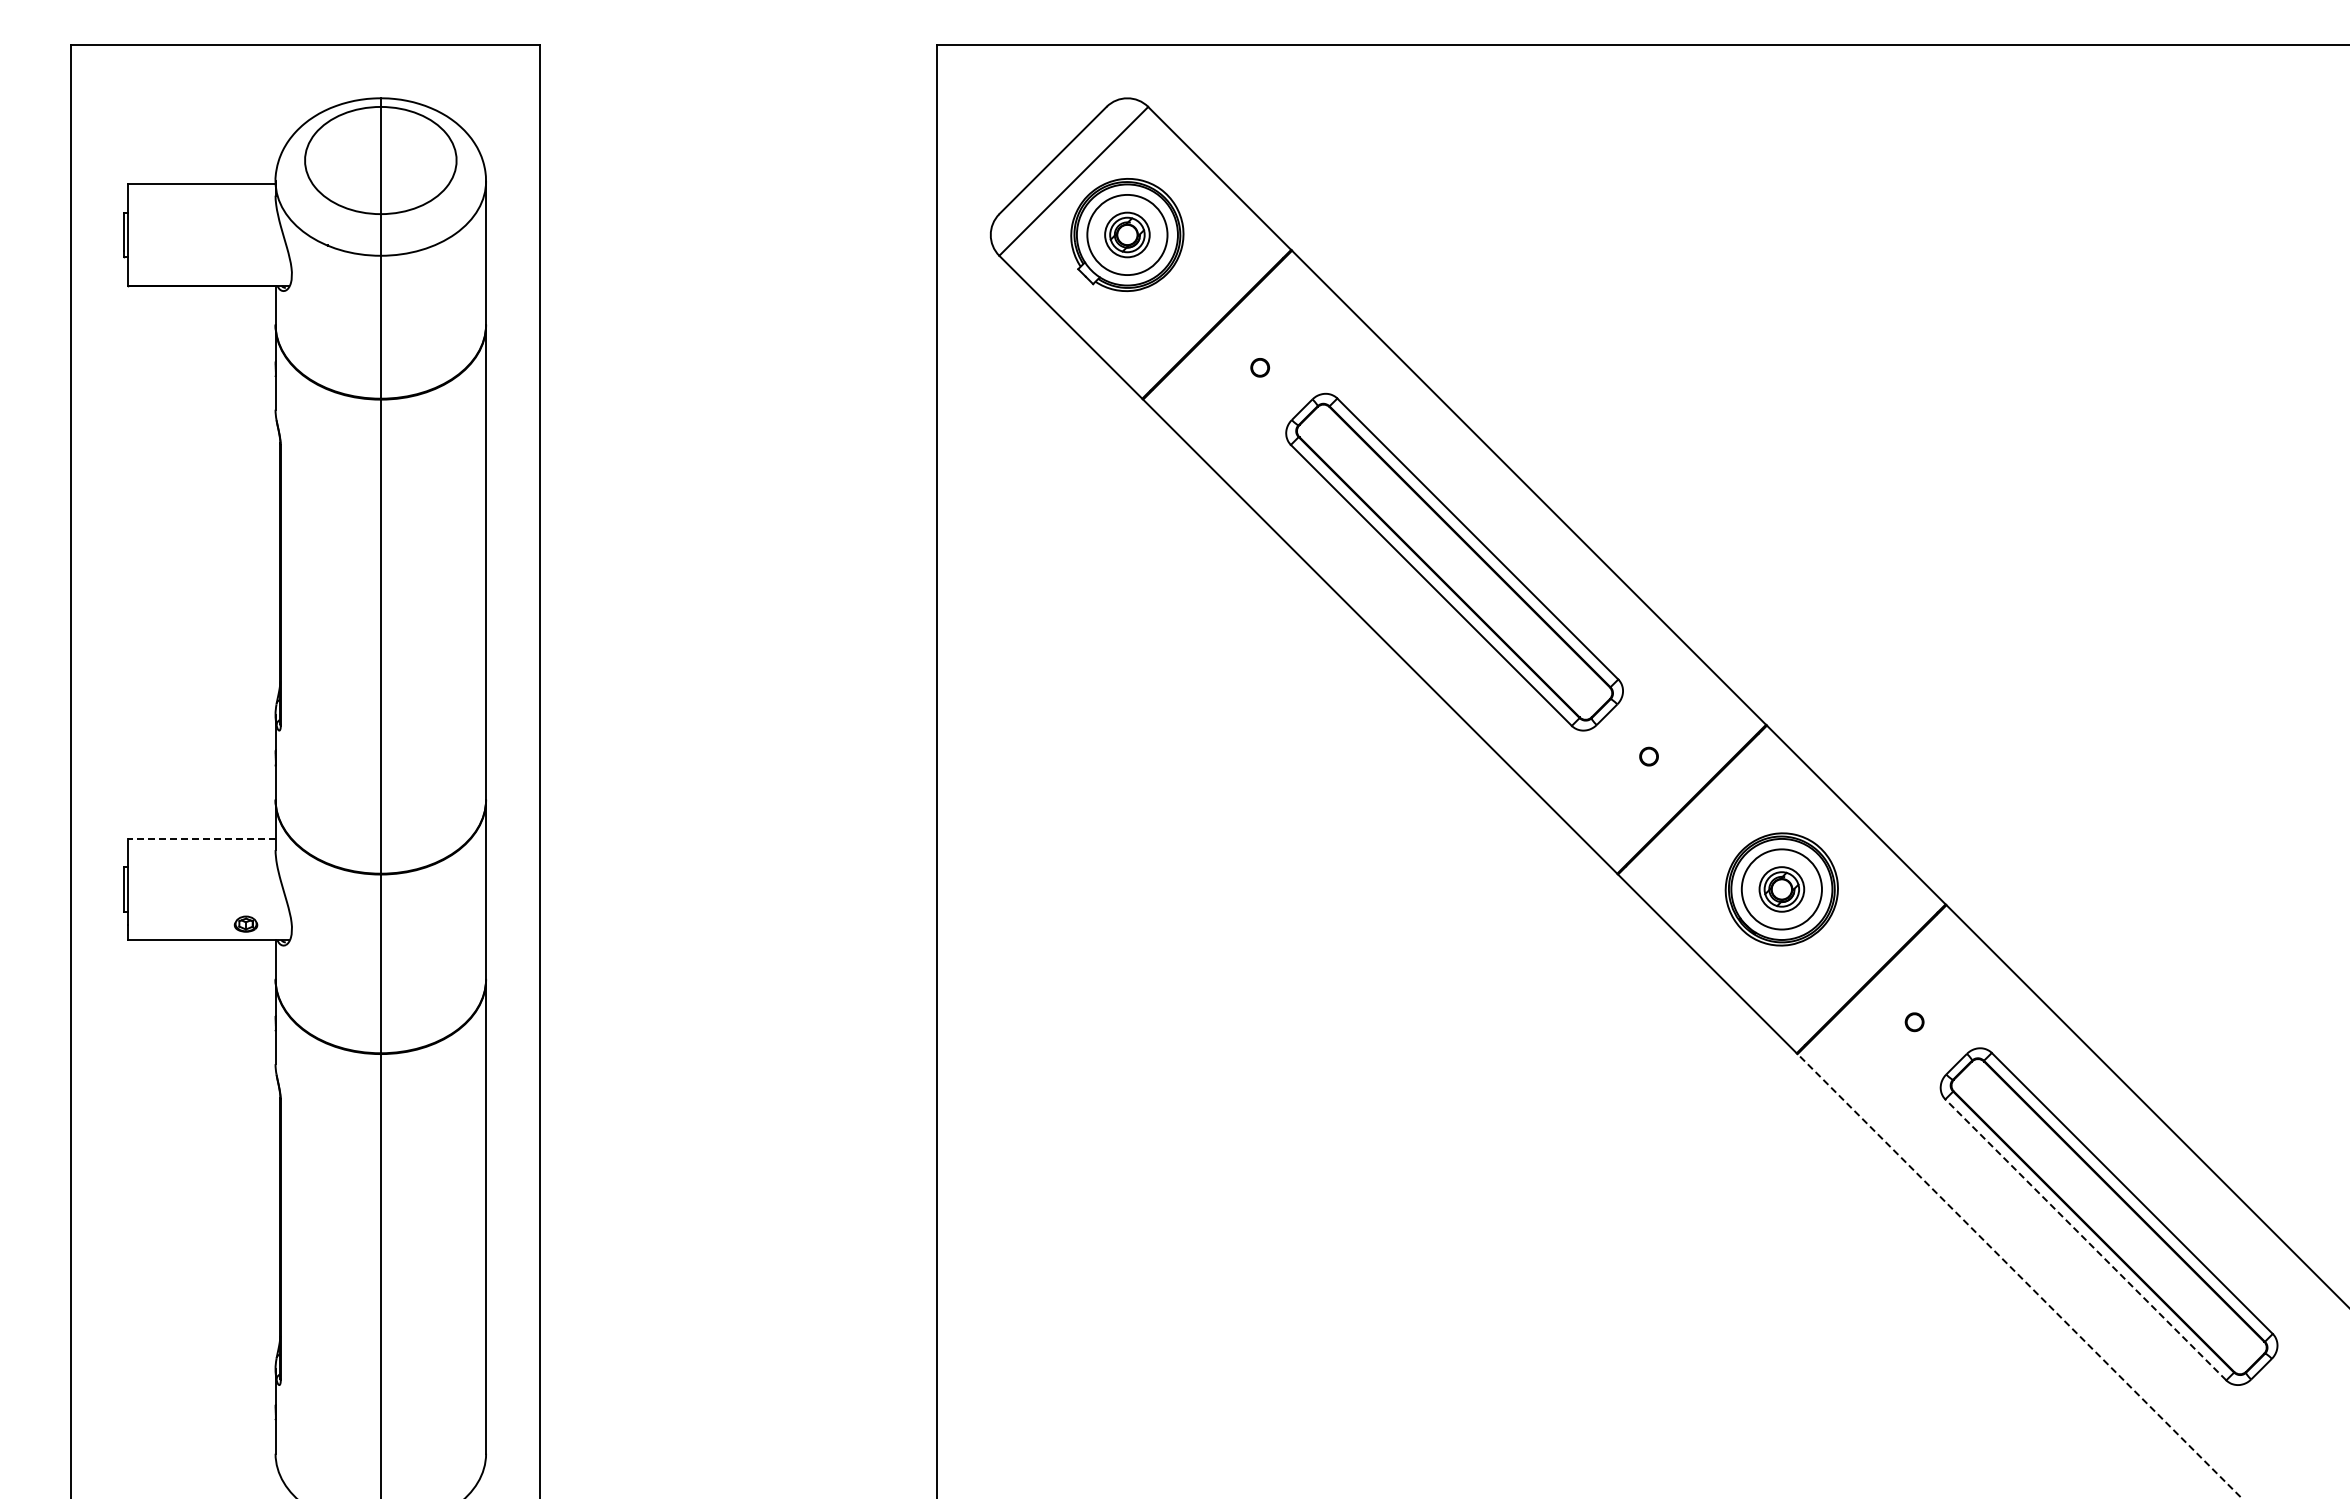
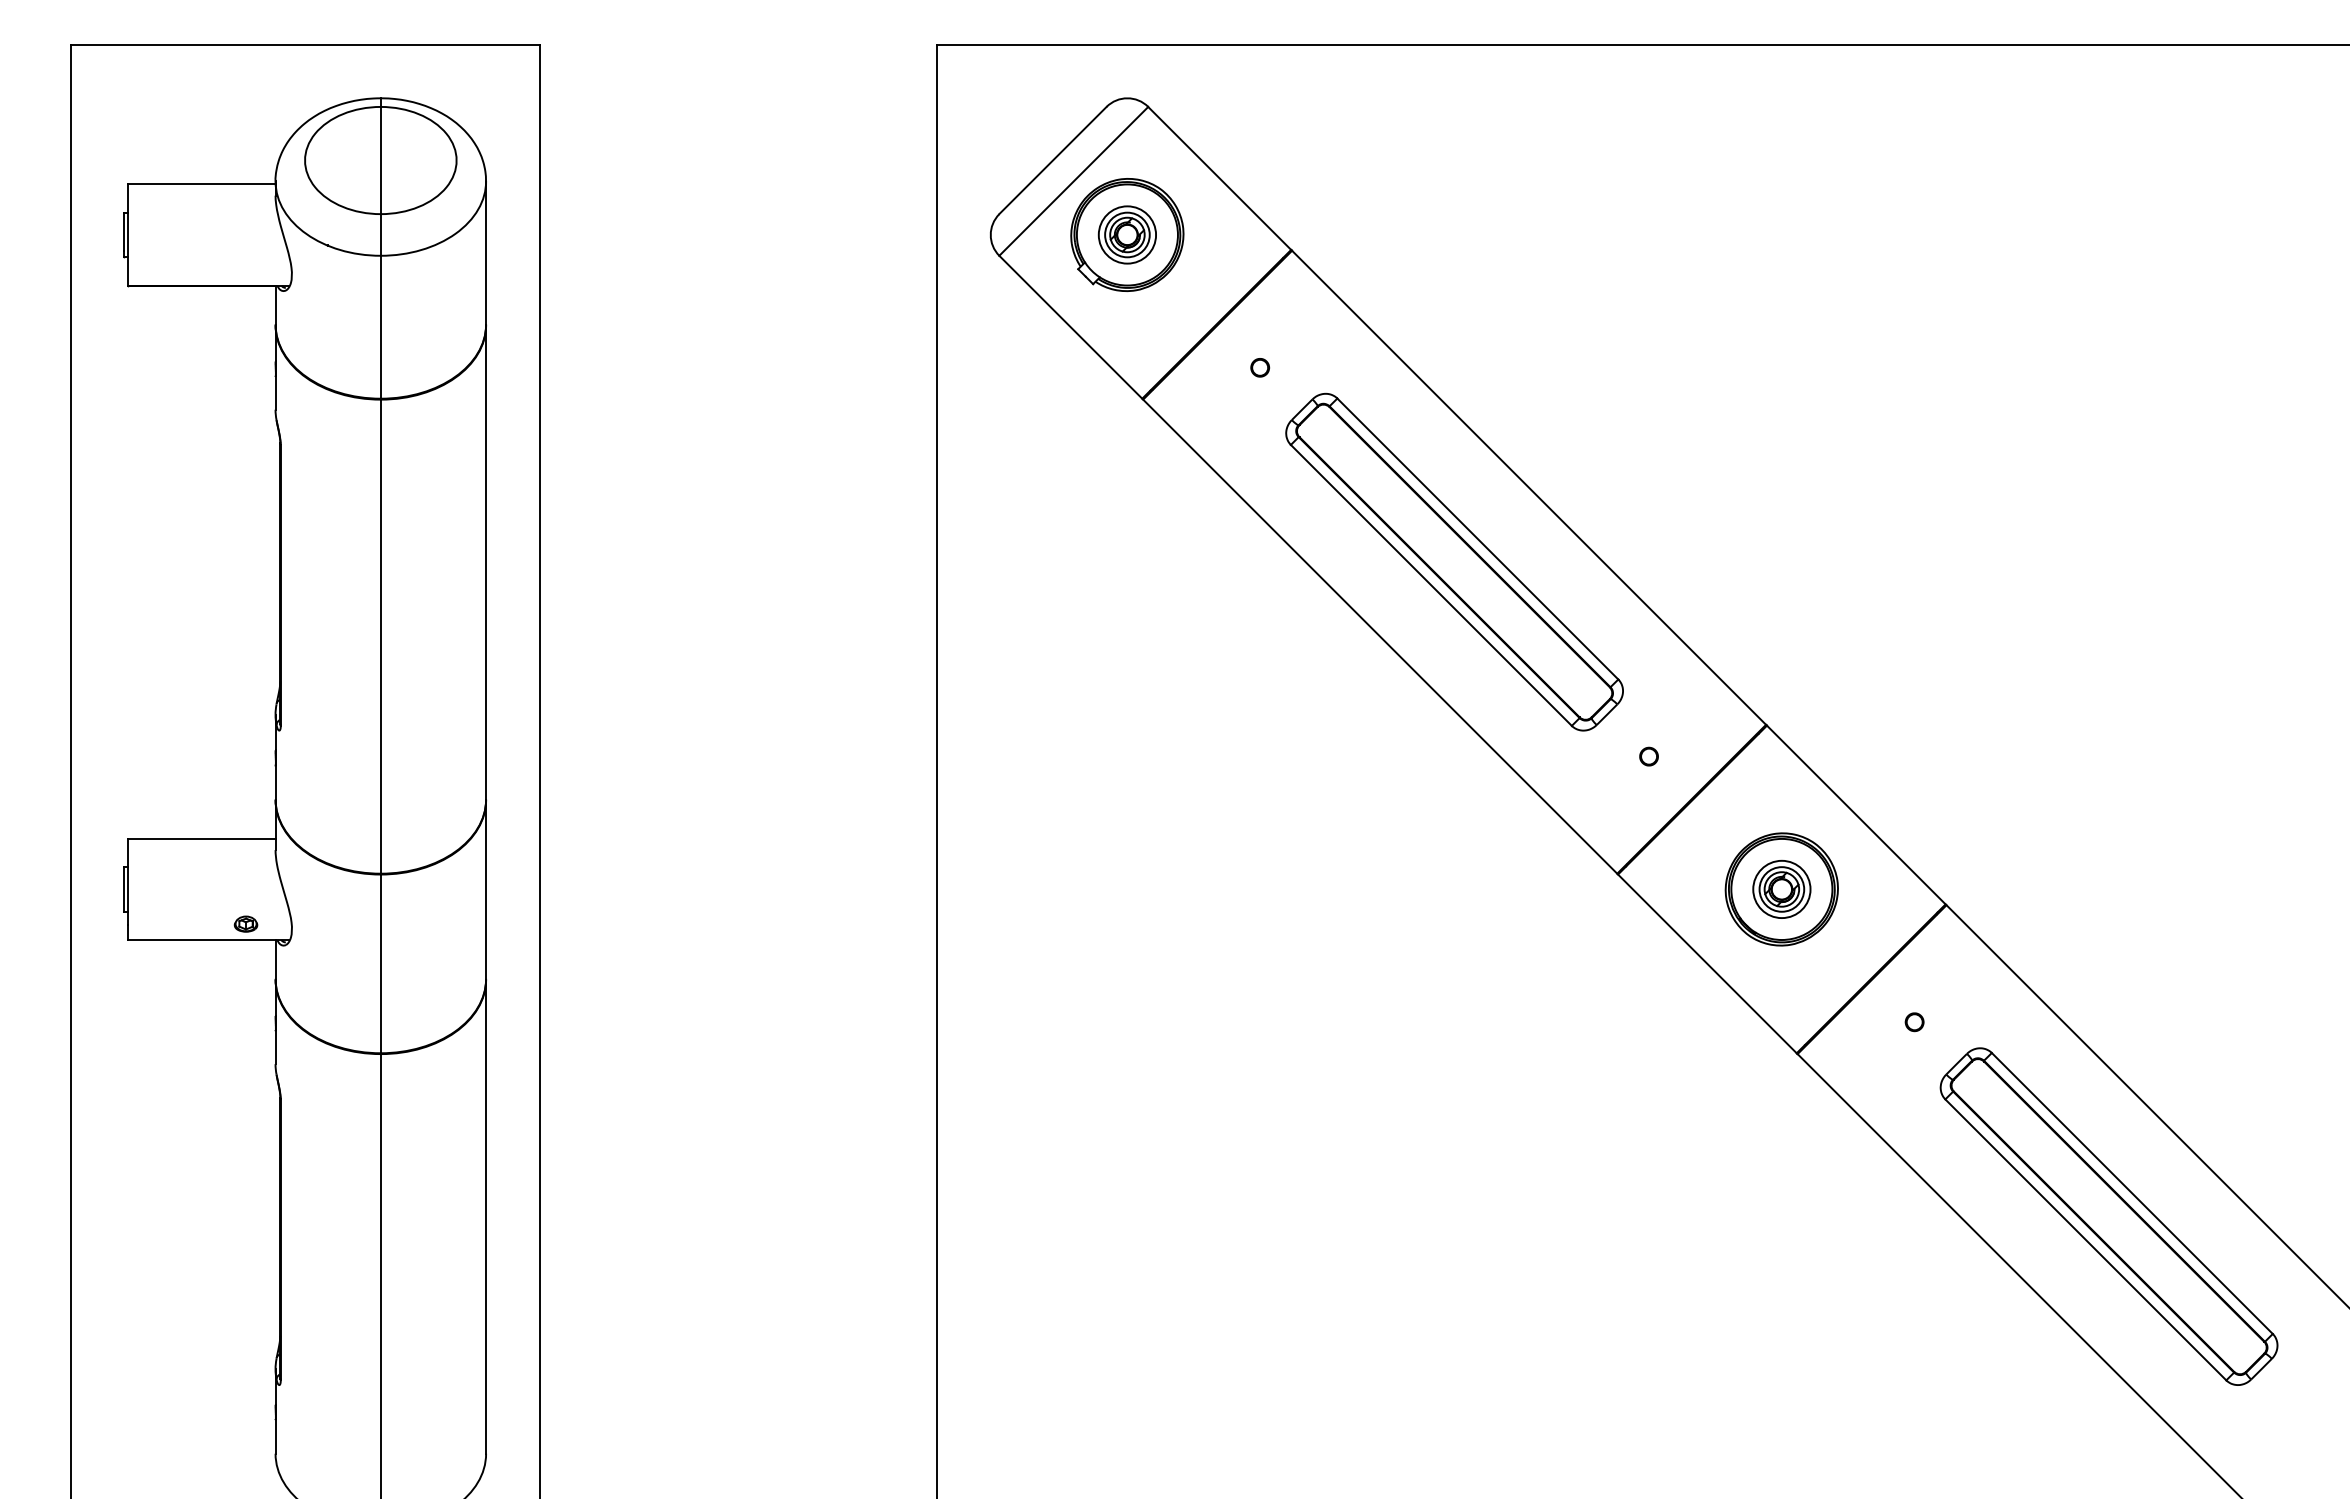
circle at (1127, 234) diameter: 80 px -> 57 px
line at (201, 838): dashed -> solid
circle at (1781, 889) diameter: 80 px -> 57 px
line at (2085, 1239): dashed -> solid
line at (2019, 1275): dashed -> solid
